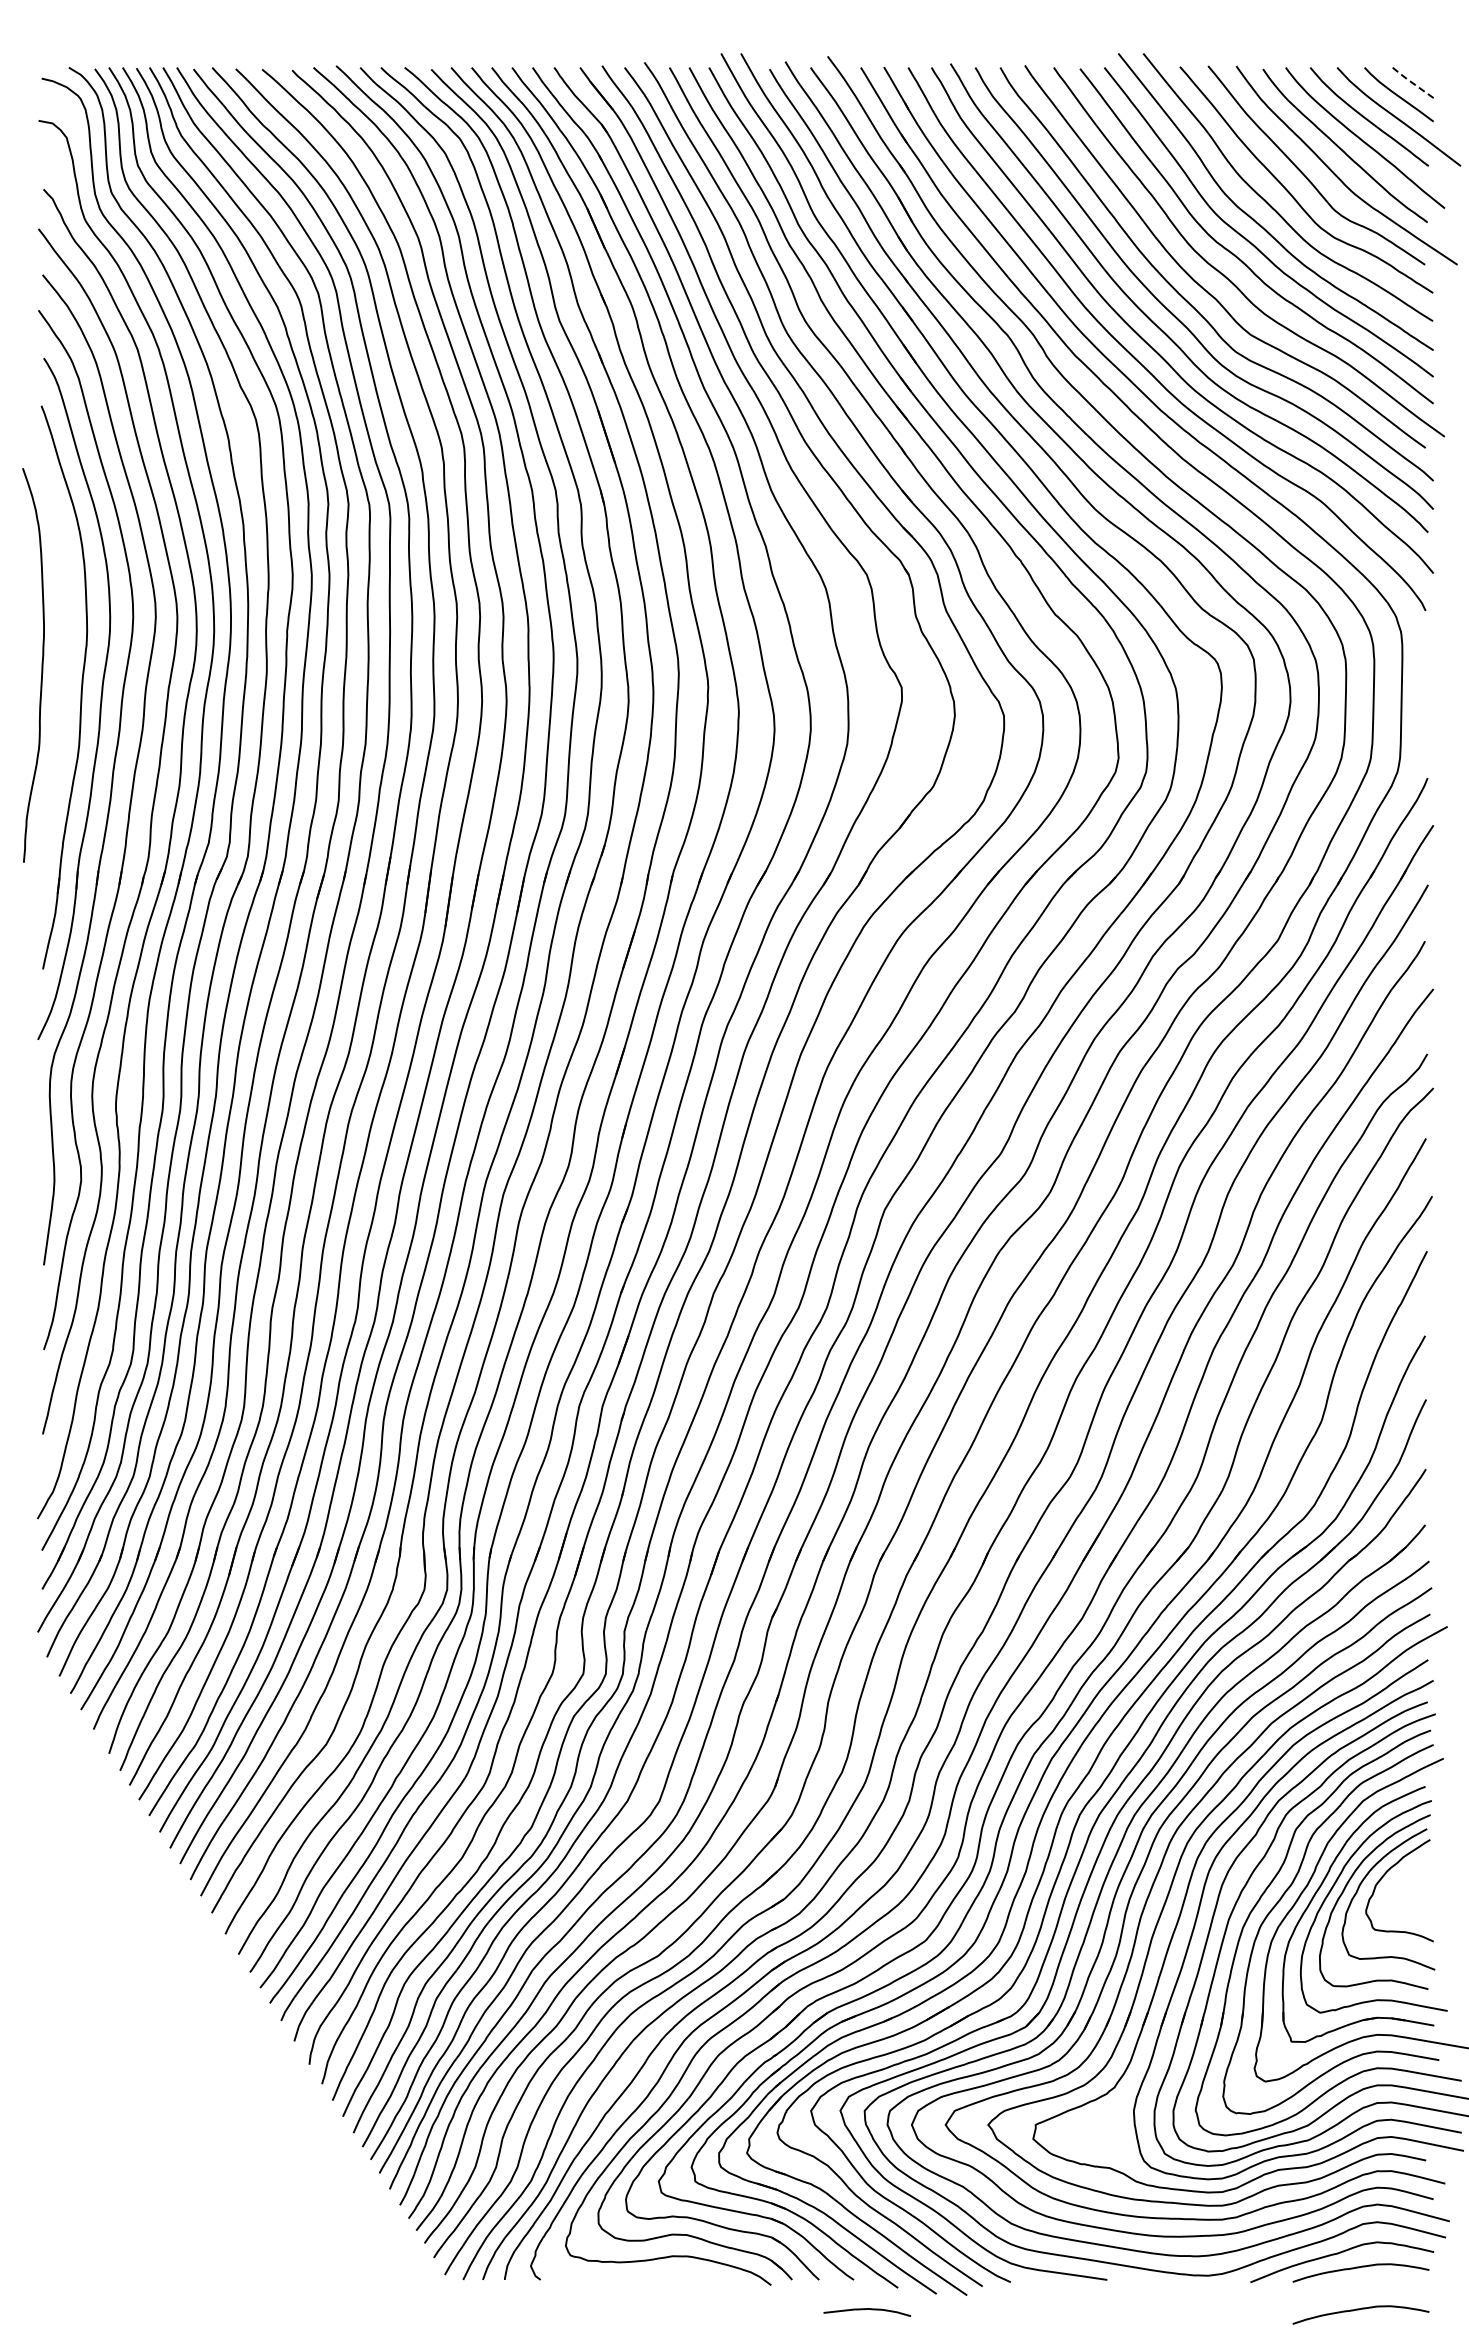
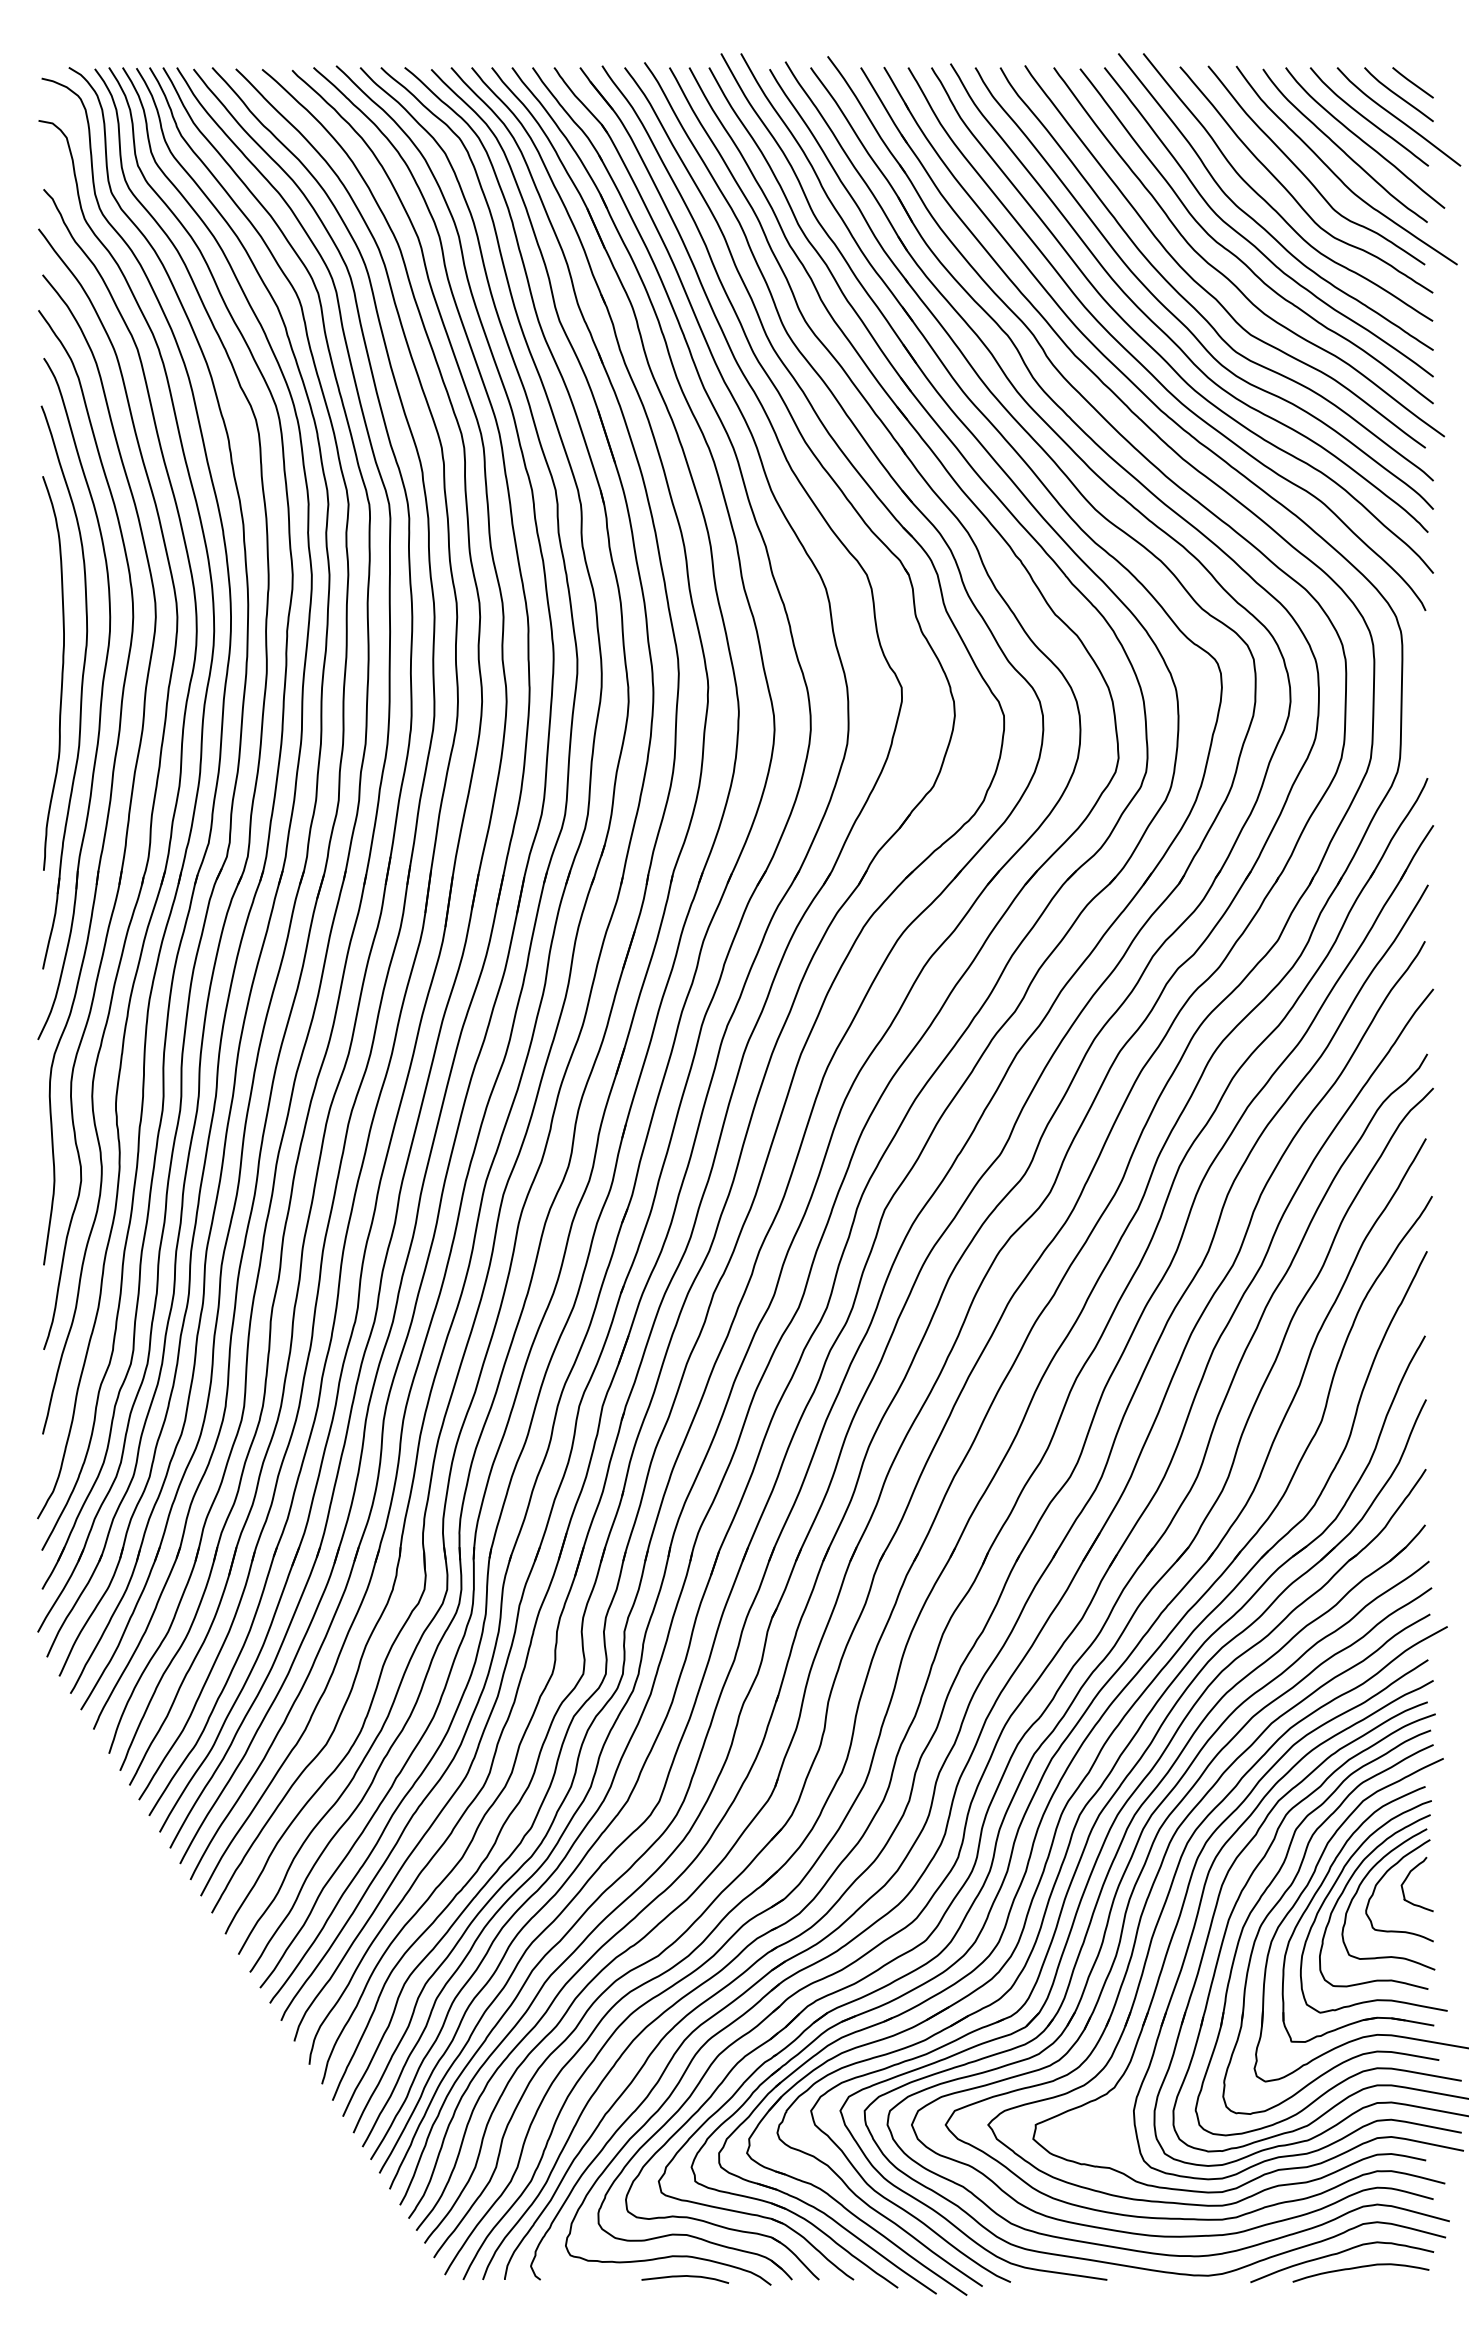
line at (1410, 81): dashed -> solid
curve at (41, 665) position: (41, 665) -> (61, 673)
curve at (1406, 1880): none -> present
curve at (867, 2309) position: (867, 2309) -> (685, 2276)
curve at (1359, 2310): present -> none
